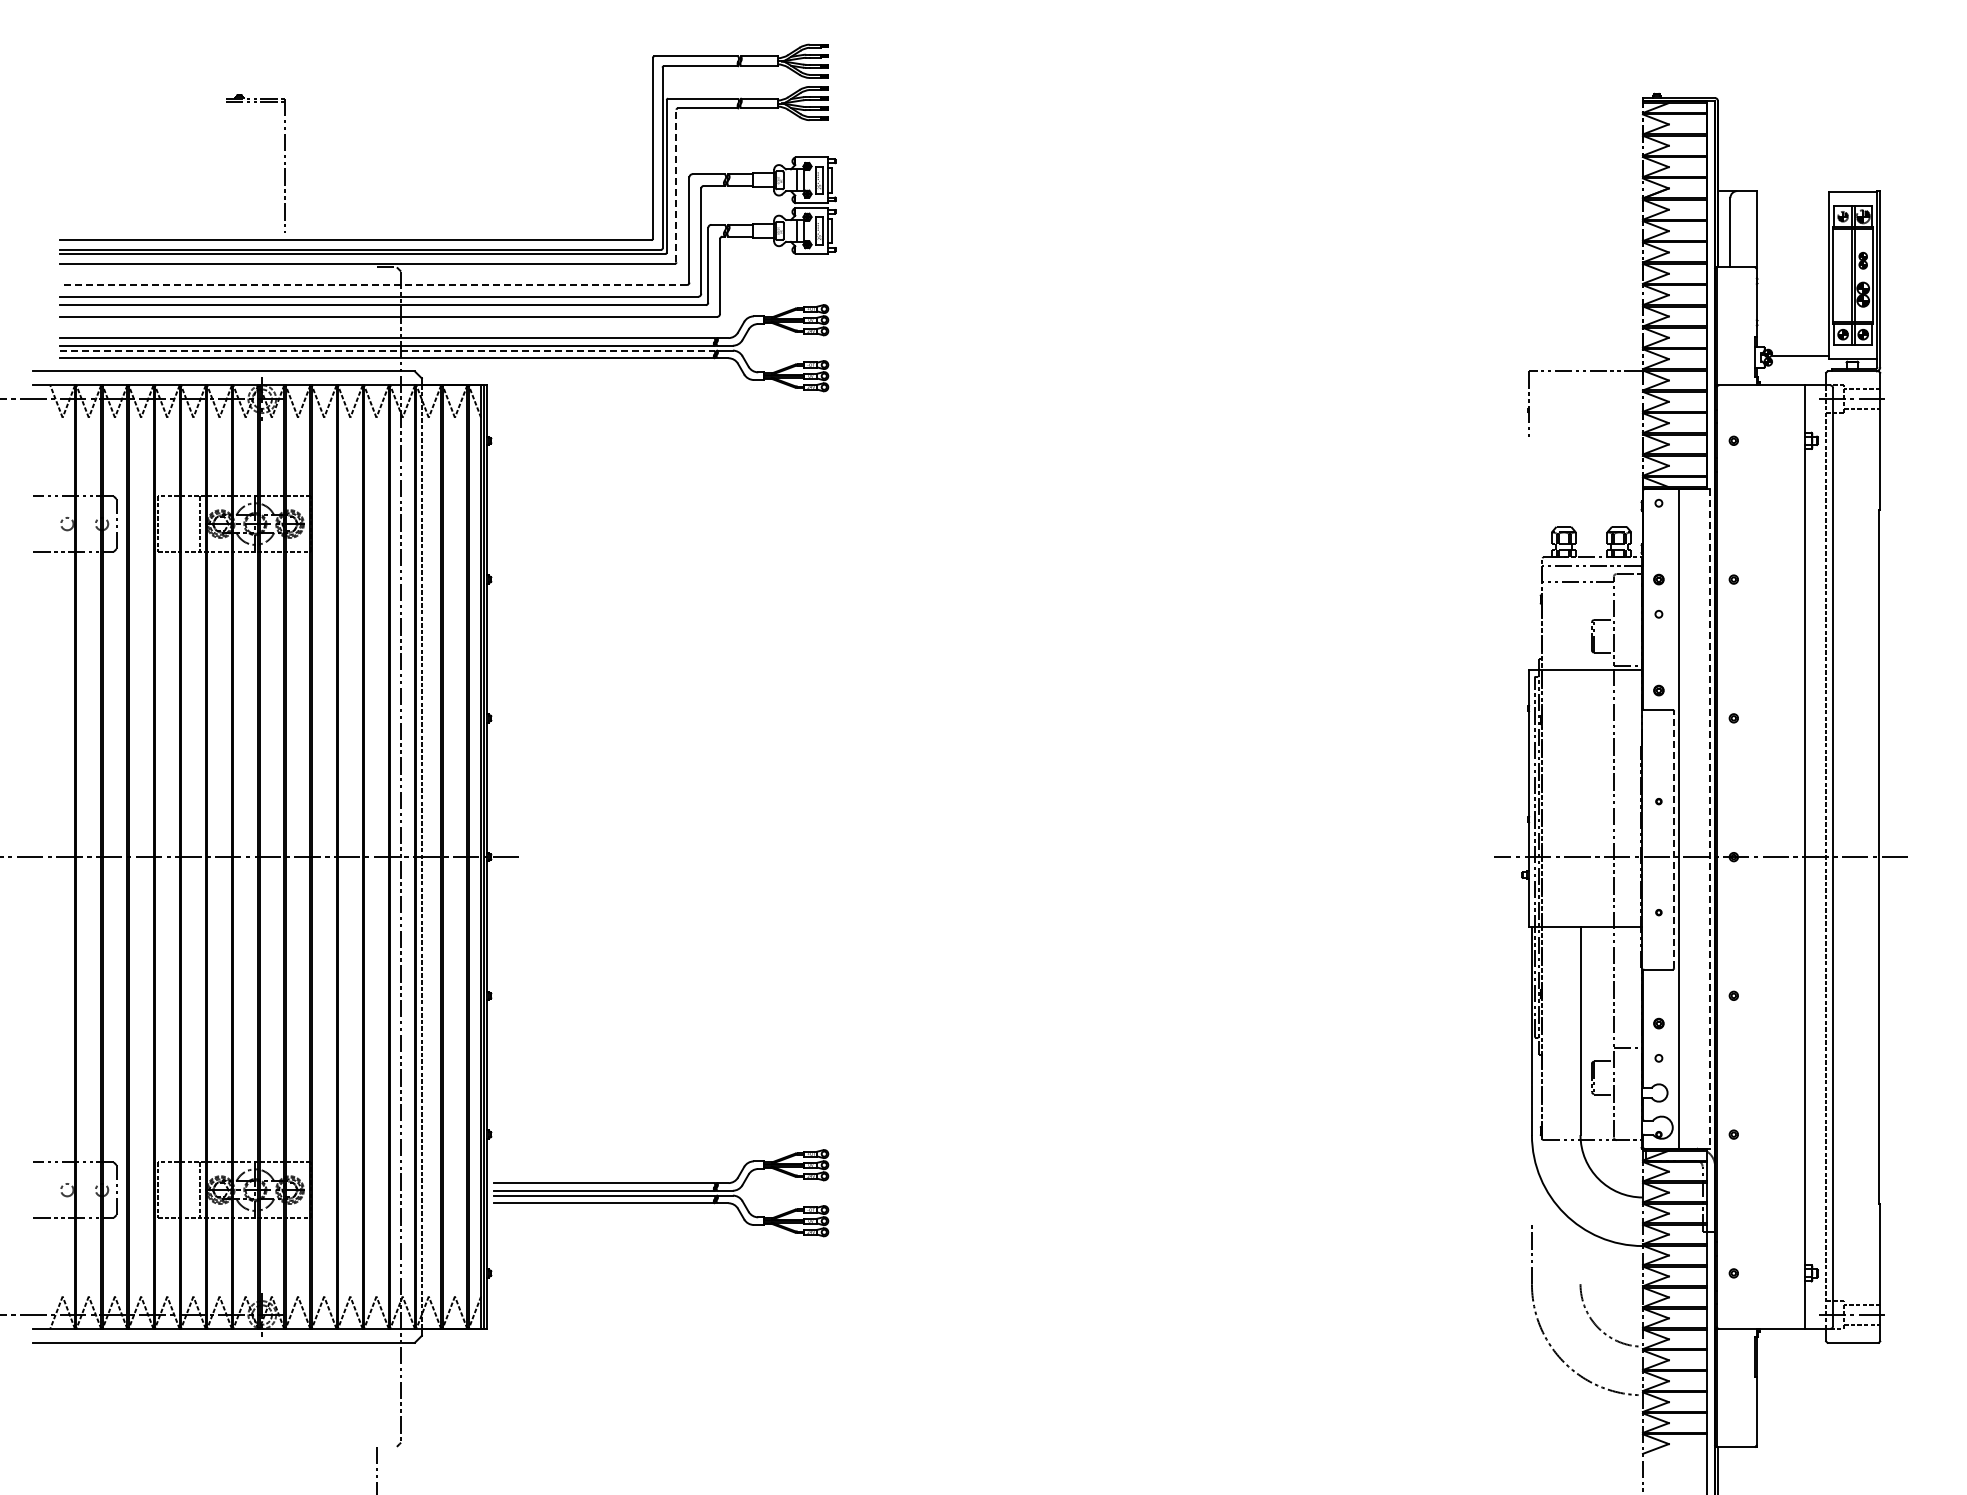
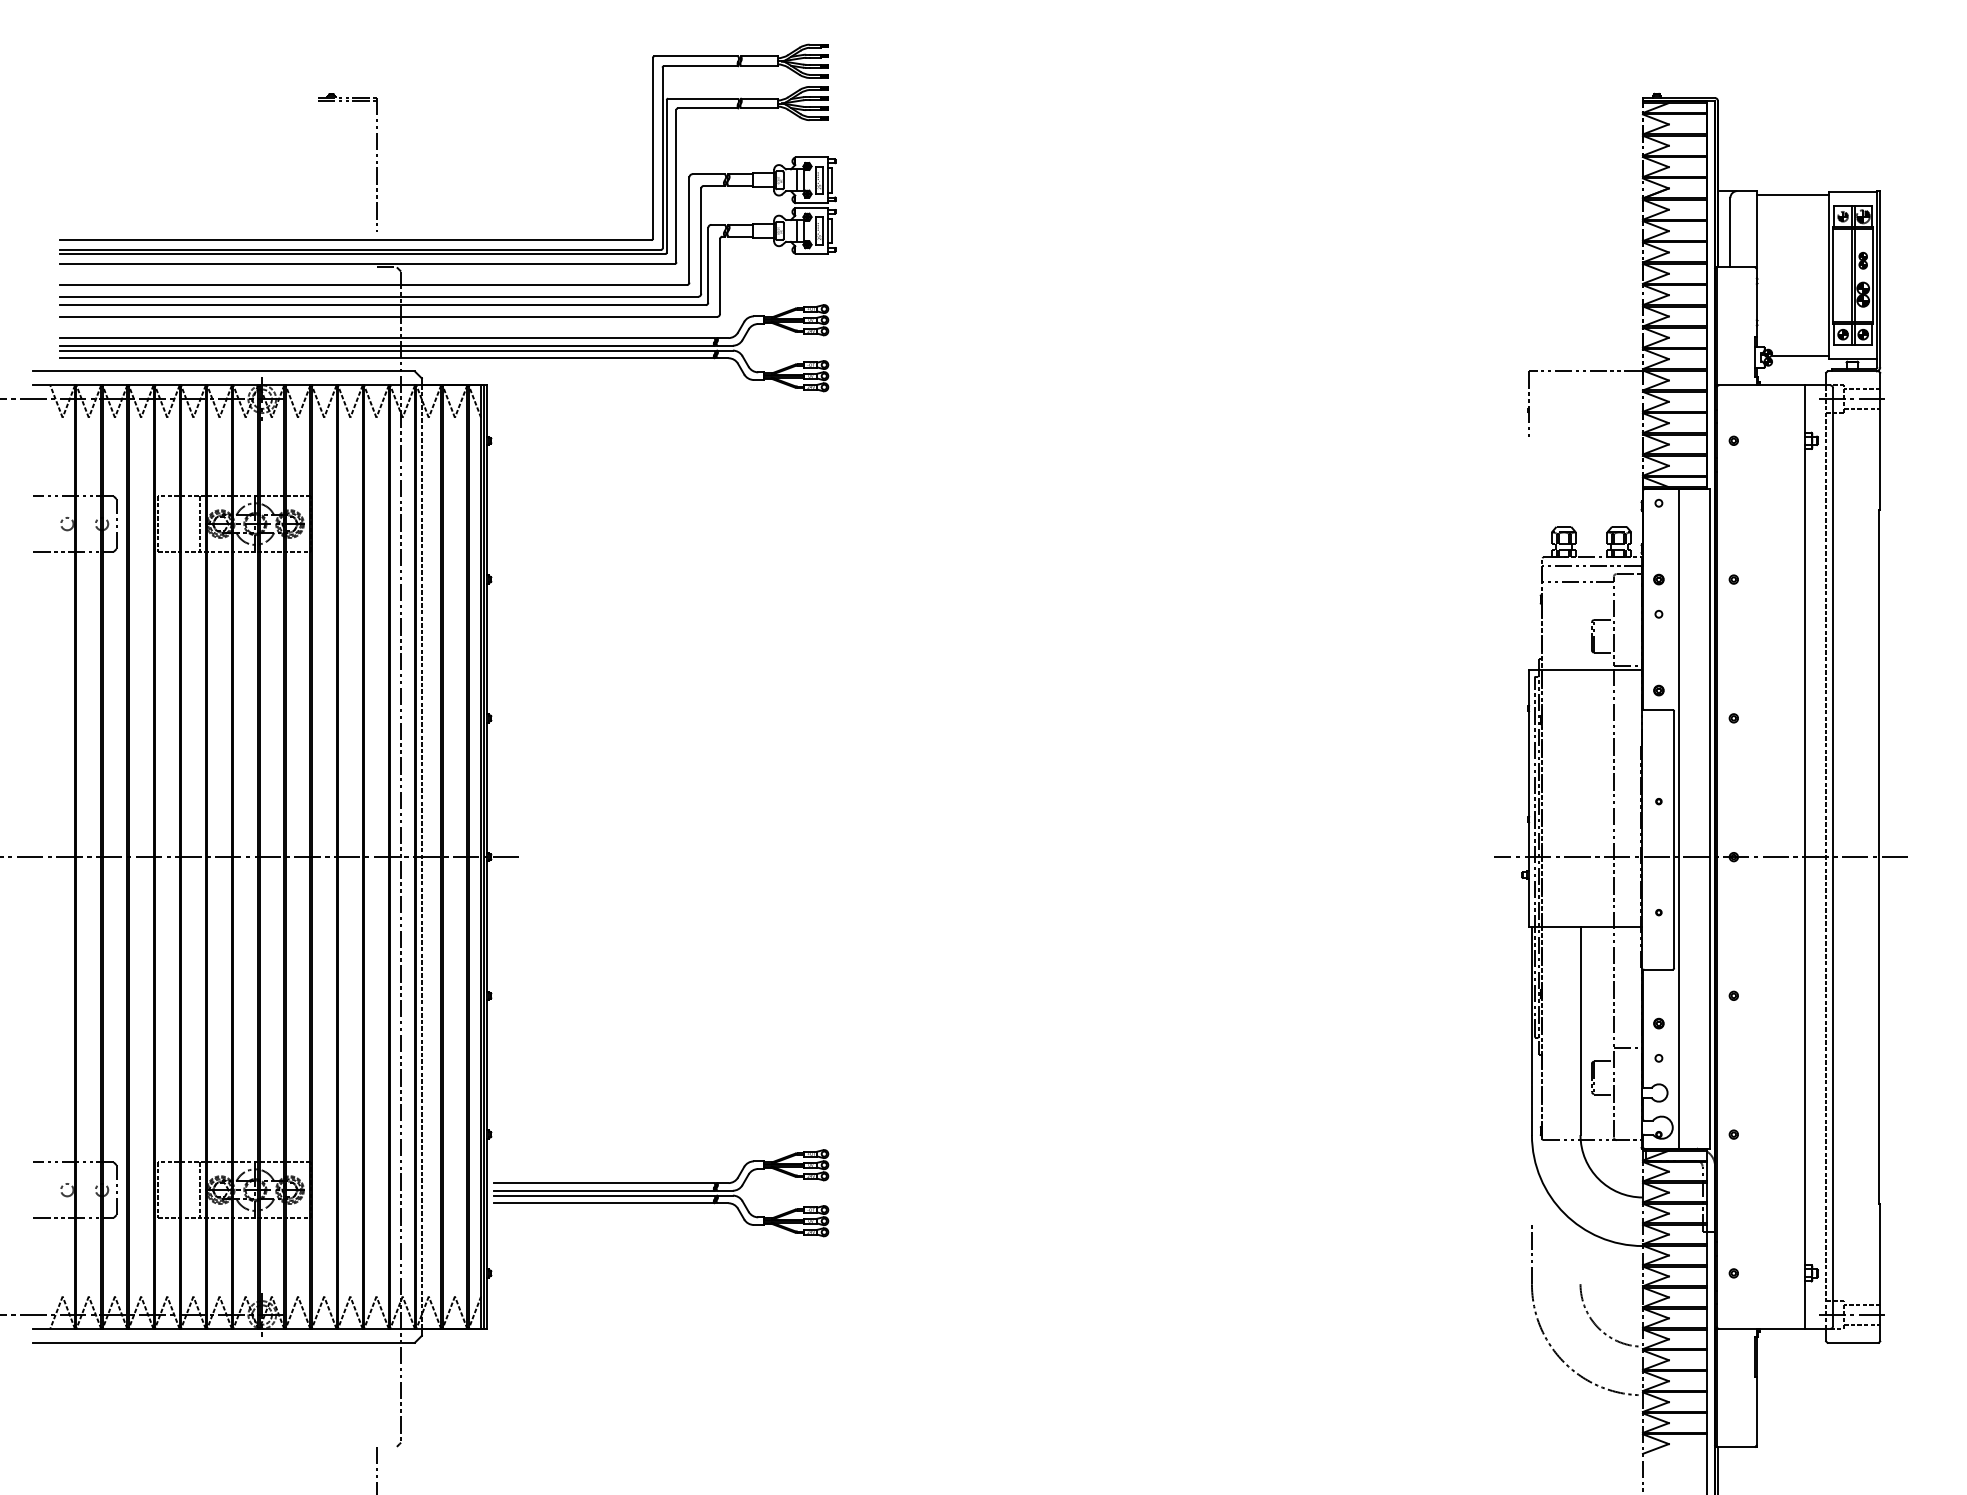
part at (284, 163) position: (284, 163) -> (376, 162)
line at (676, 185): dashed -> solid
line at (1792, 195): none -> present
line at (373, 285): dashed -> solid
line at (387, 350): dashed -> solid
line at (1709, 818): dashed -> solid
line at (1674, 839): dashed -> solid
